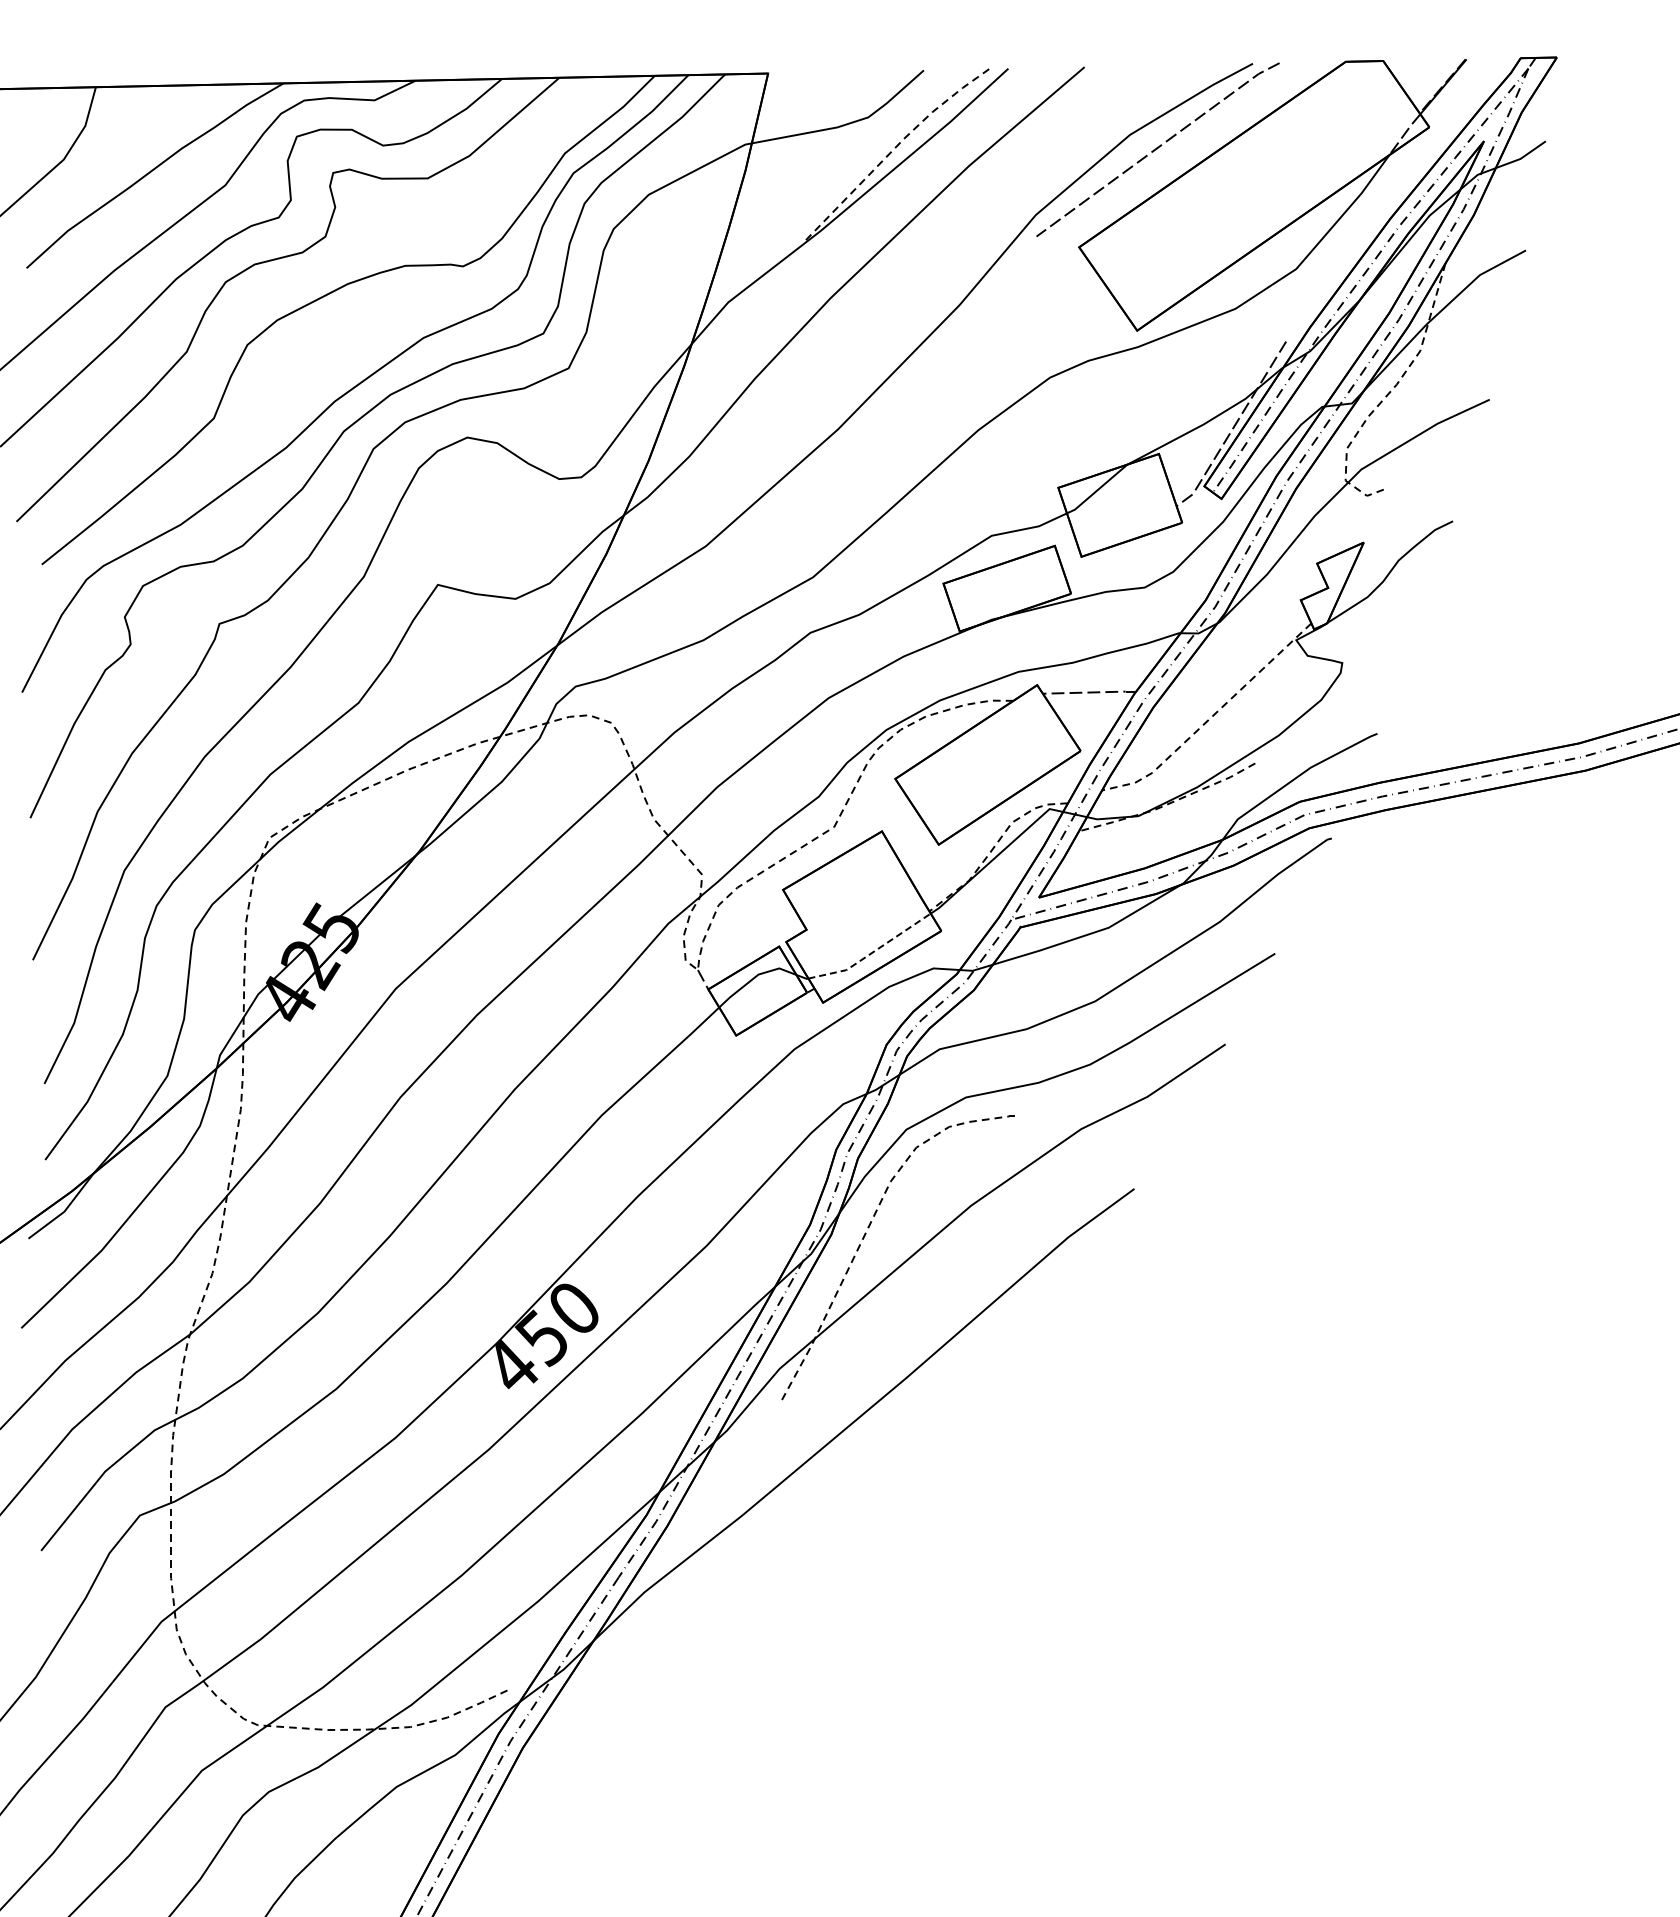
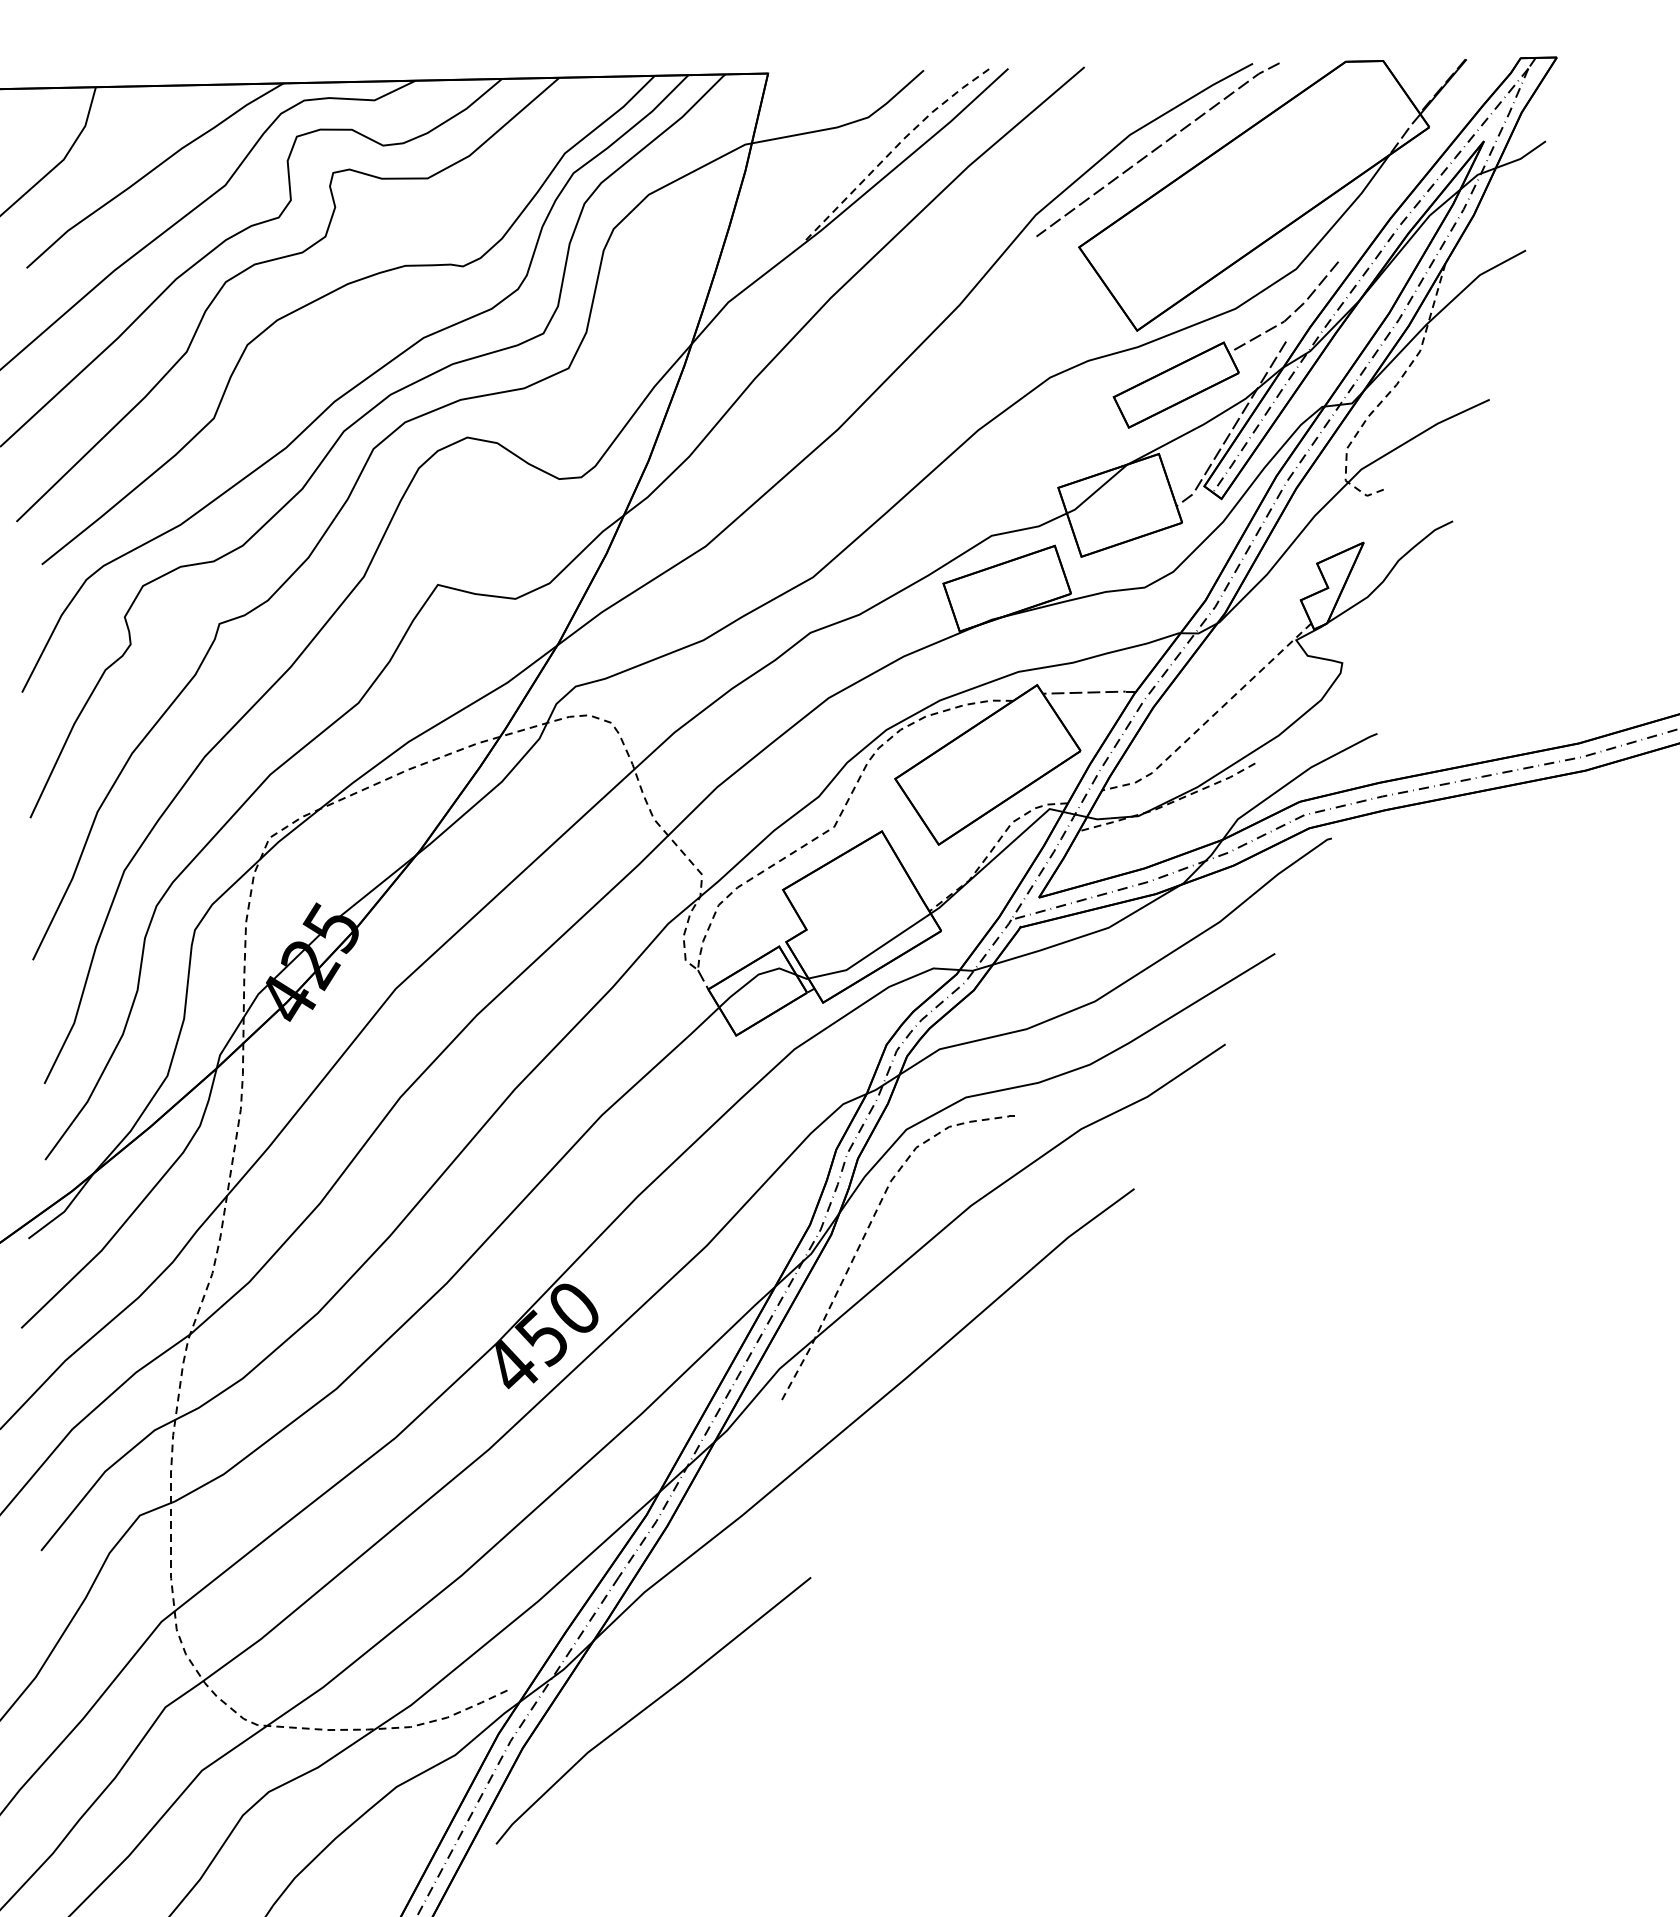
part at (1225, 344): none -> present
line at (872, 952): dashed -> solid
line at (650, 1706): none -> present
